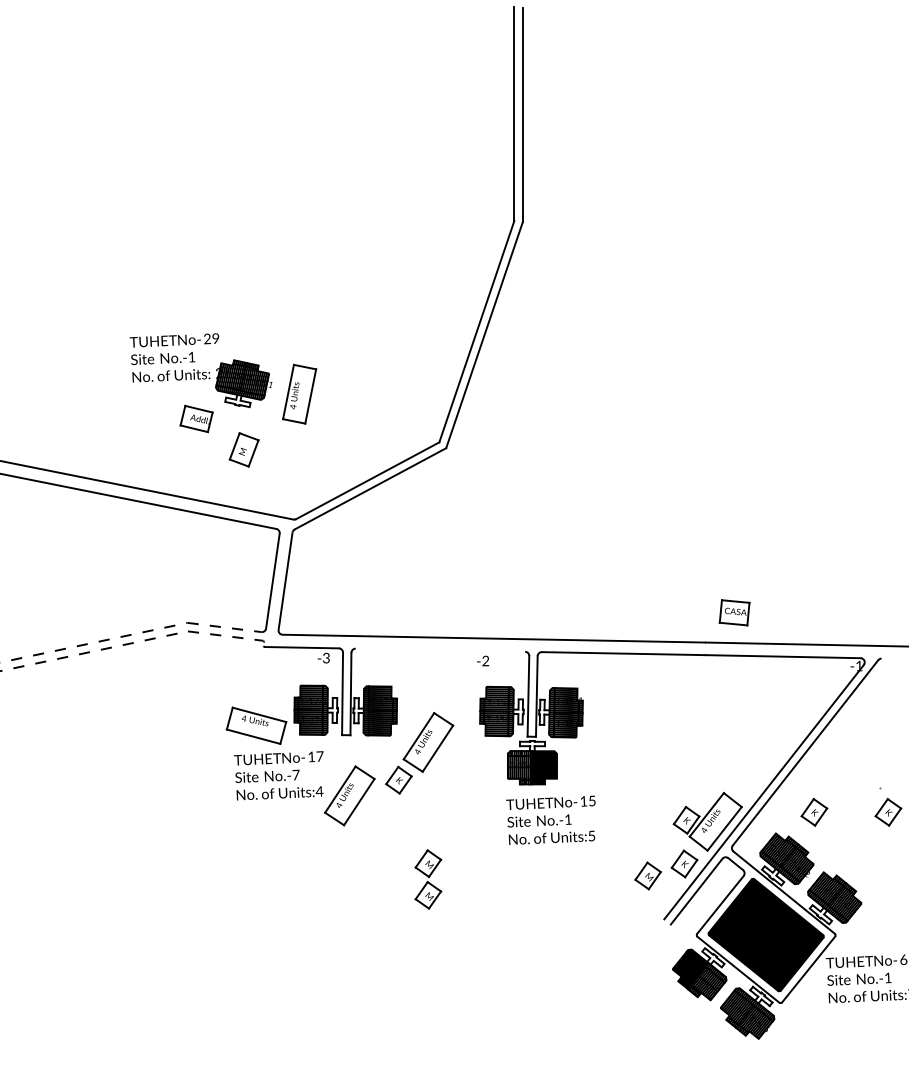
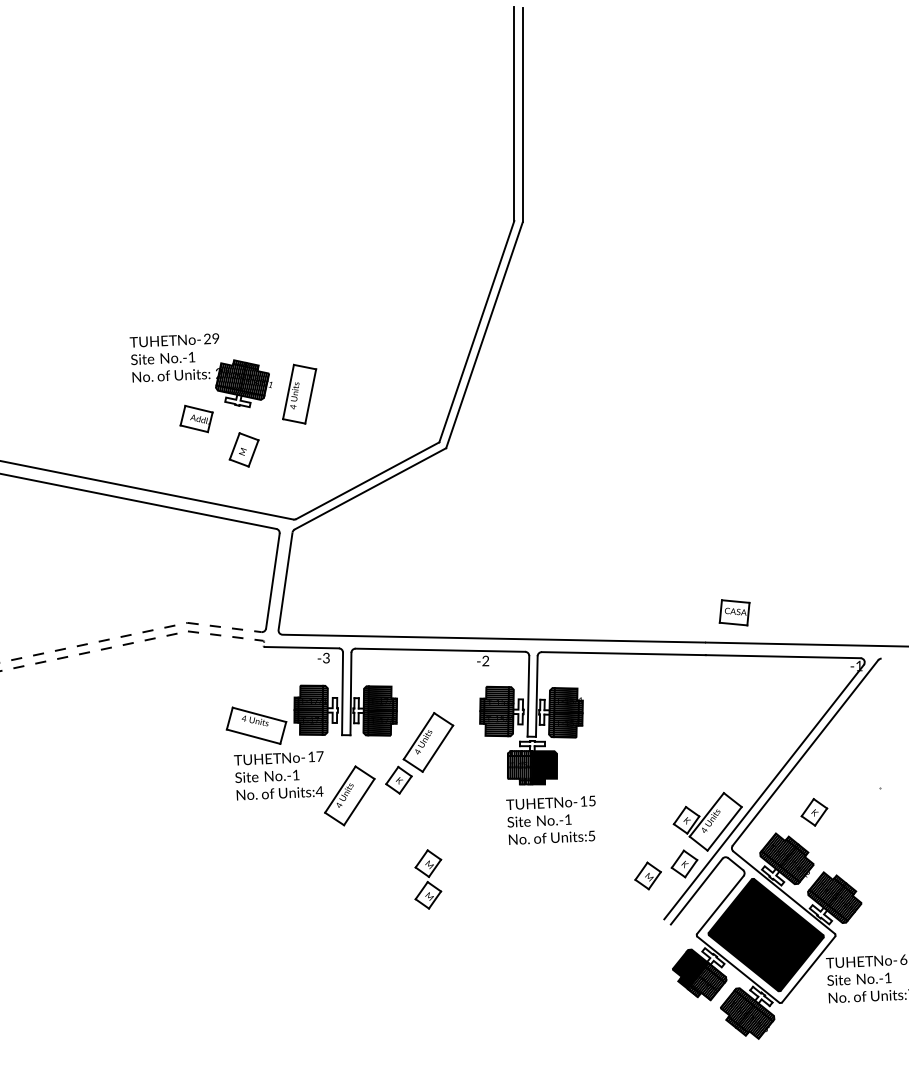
line at (440, 649): none -> present
text at (295, 774): No.-7 -> No.-1
part at (888, 812): present -> none
